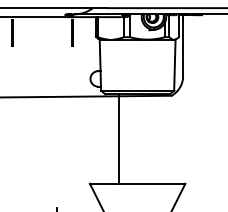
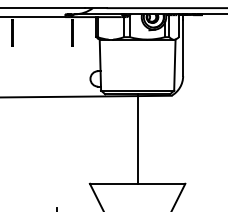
line at (118, 138) position: (118, 138) -> (137, 138)
